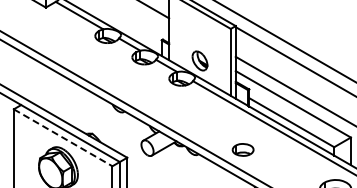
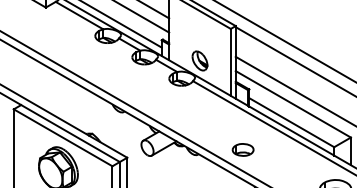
line at (142, 17): none -> present
line at (122, 24): none -> present
line at (63, 137): dashed -> solid
